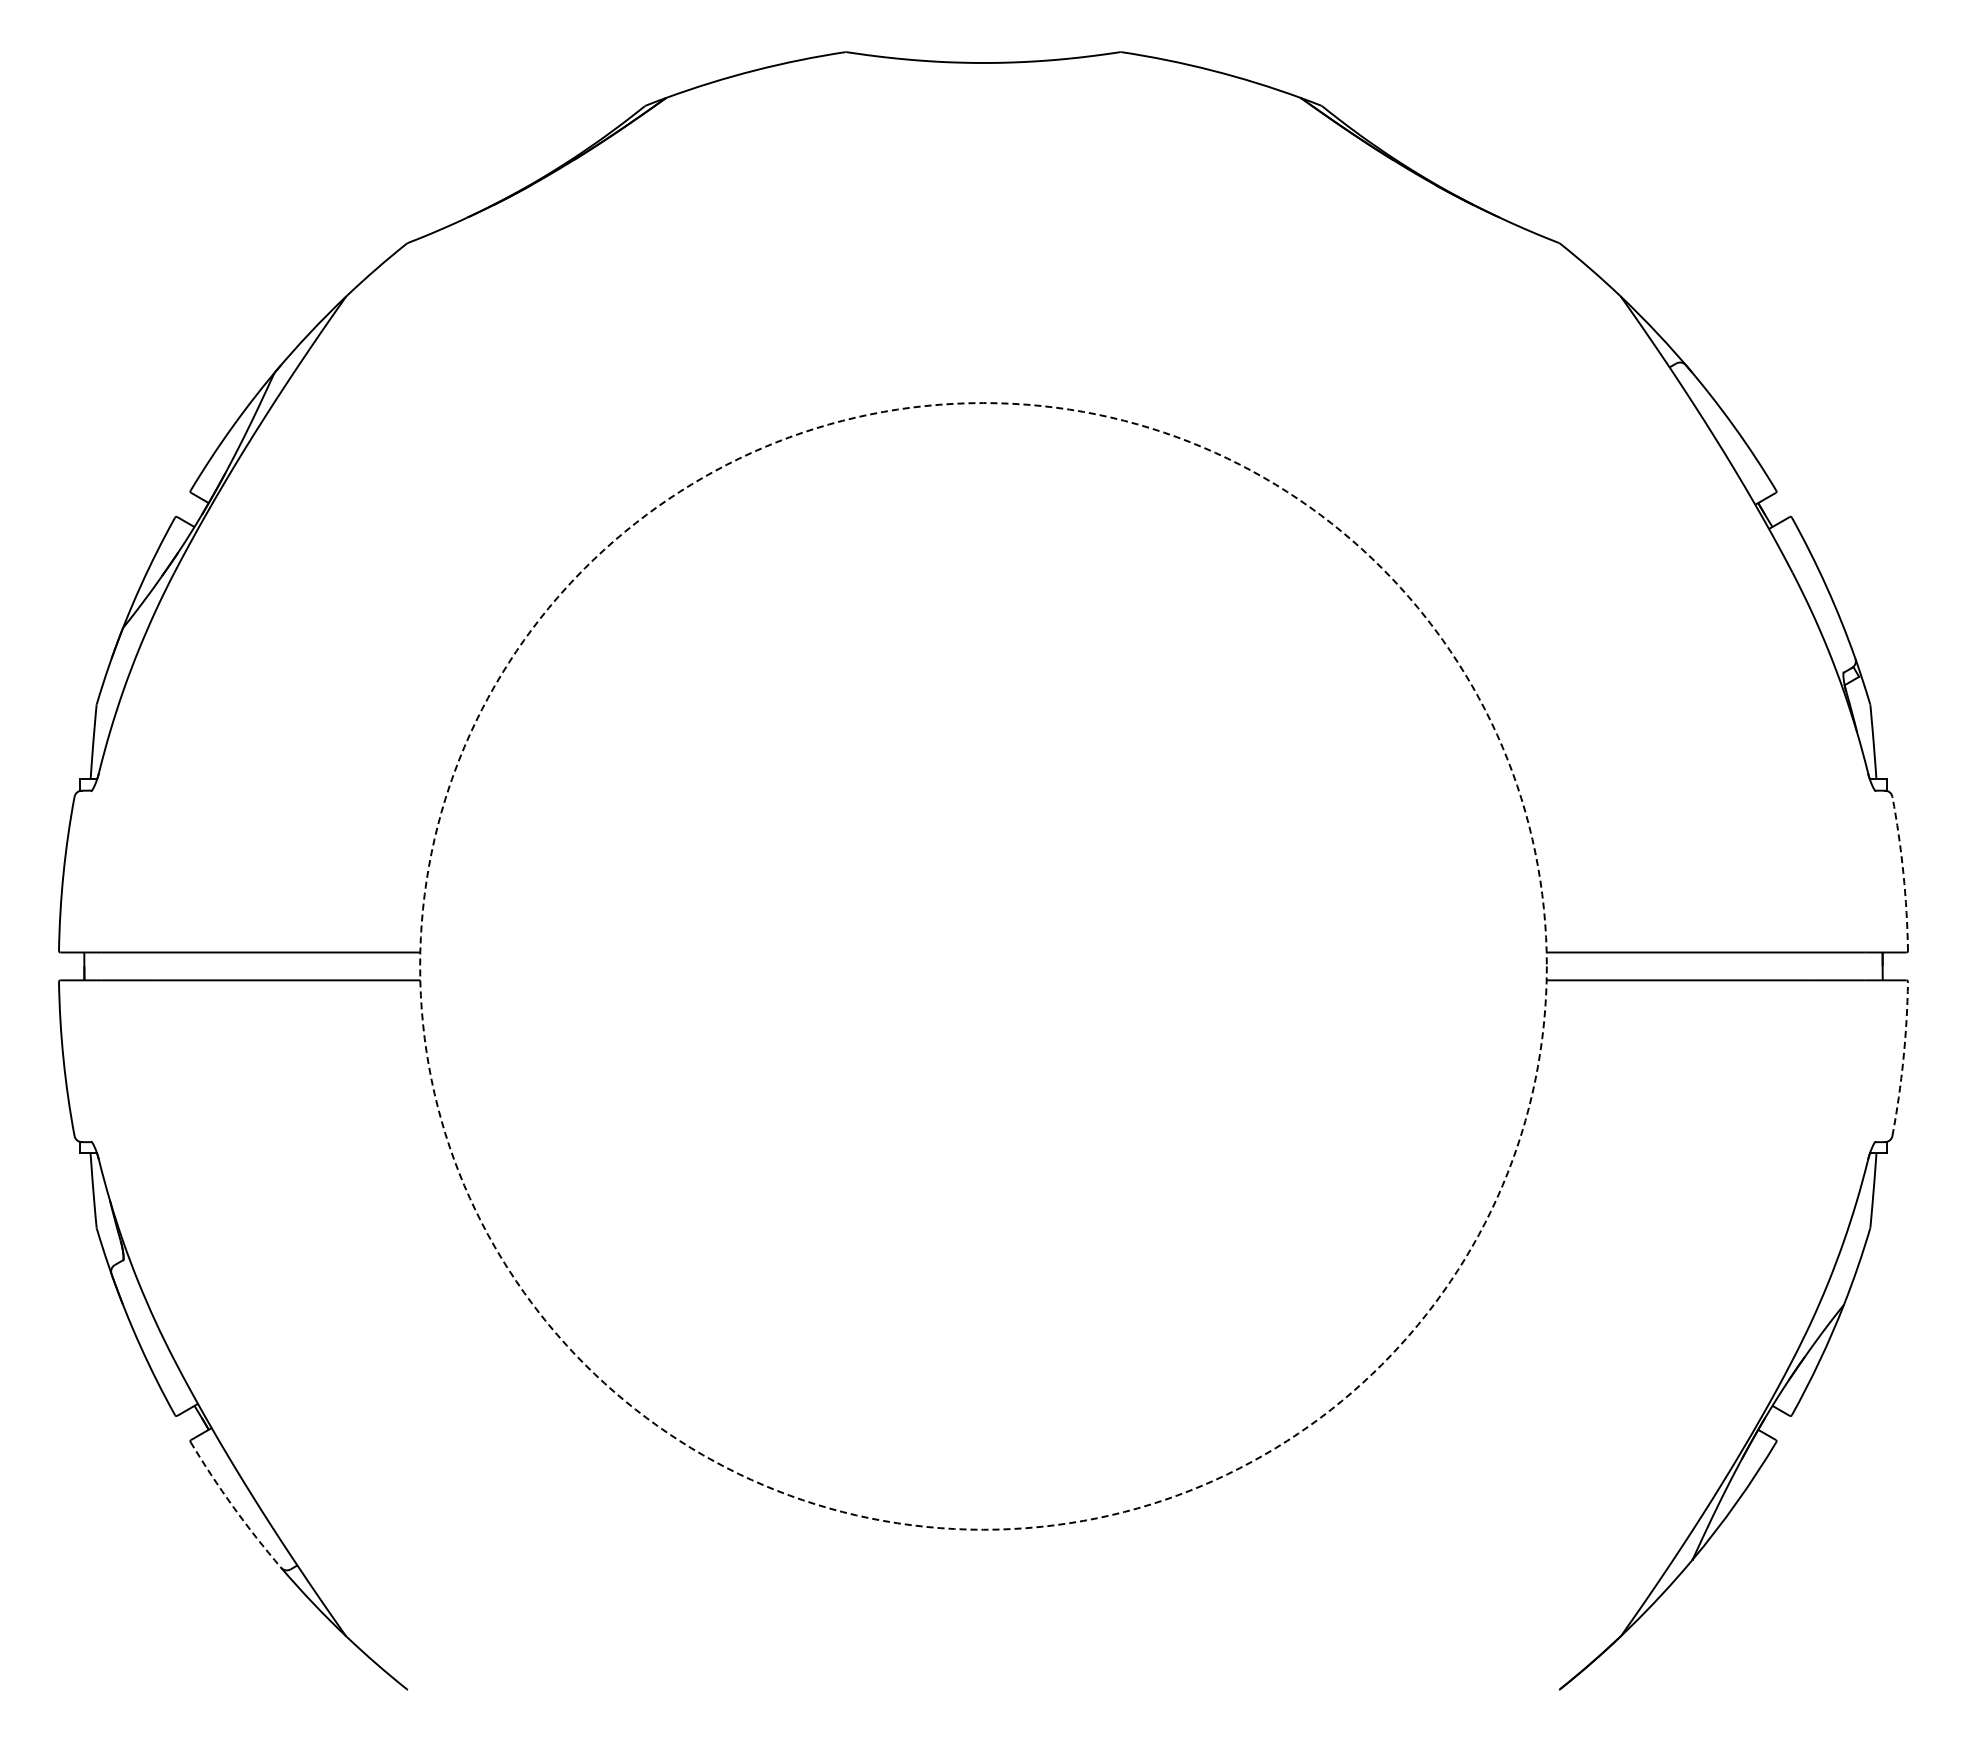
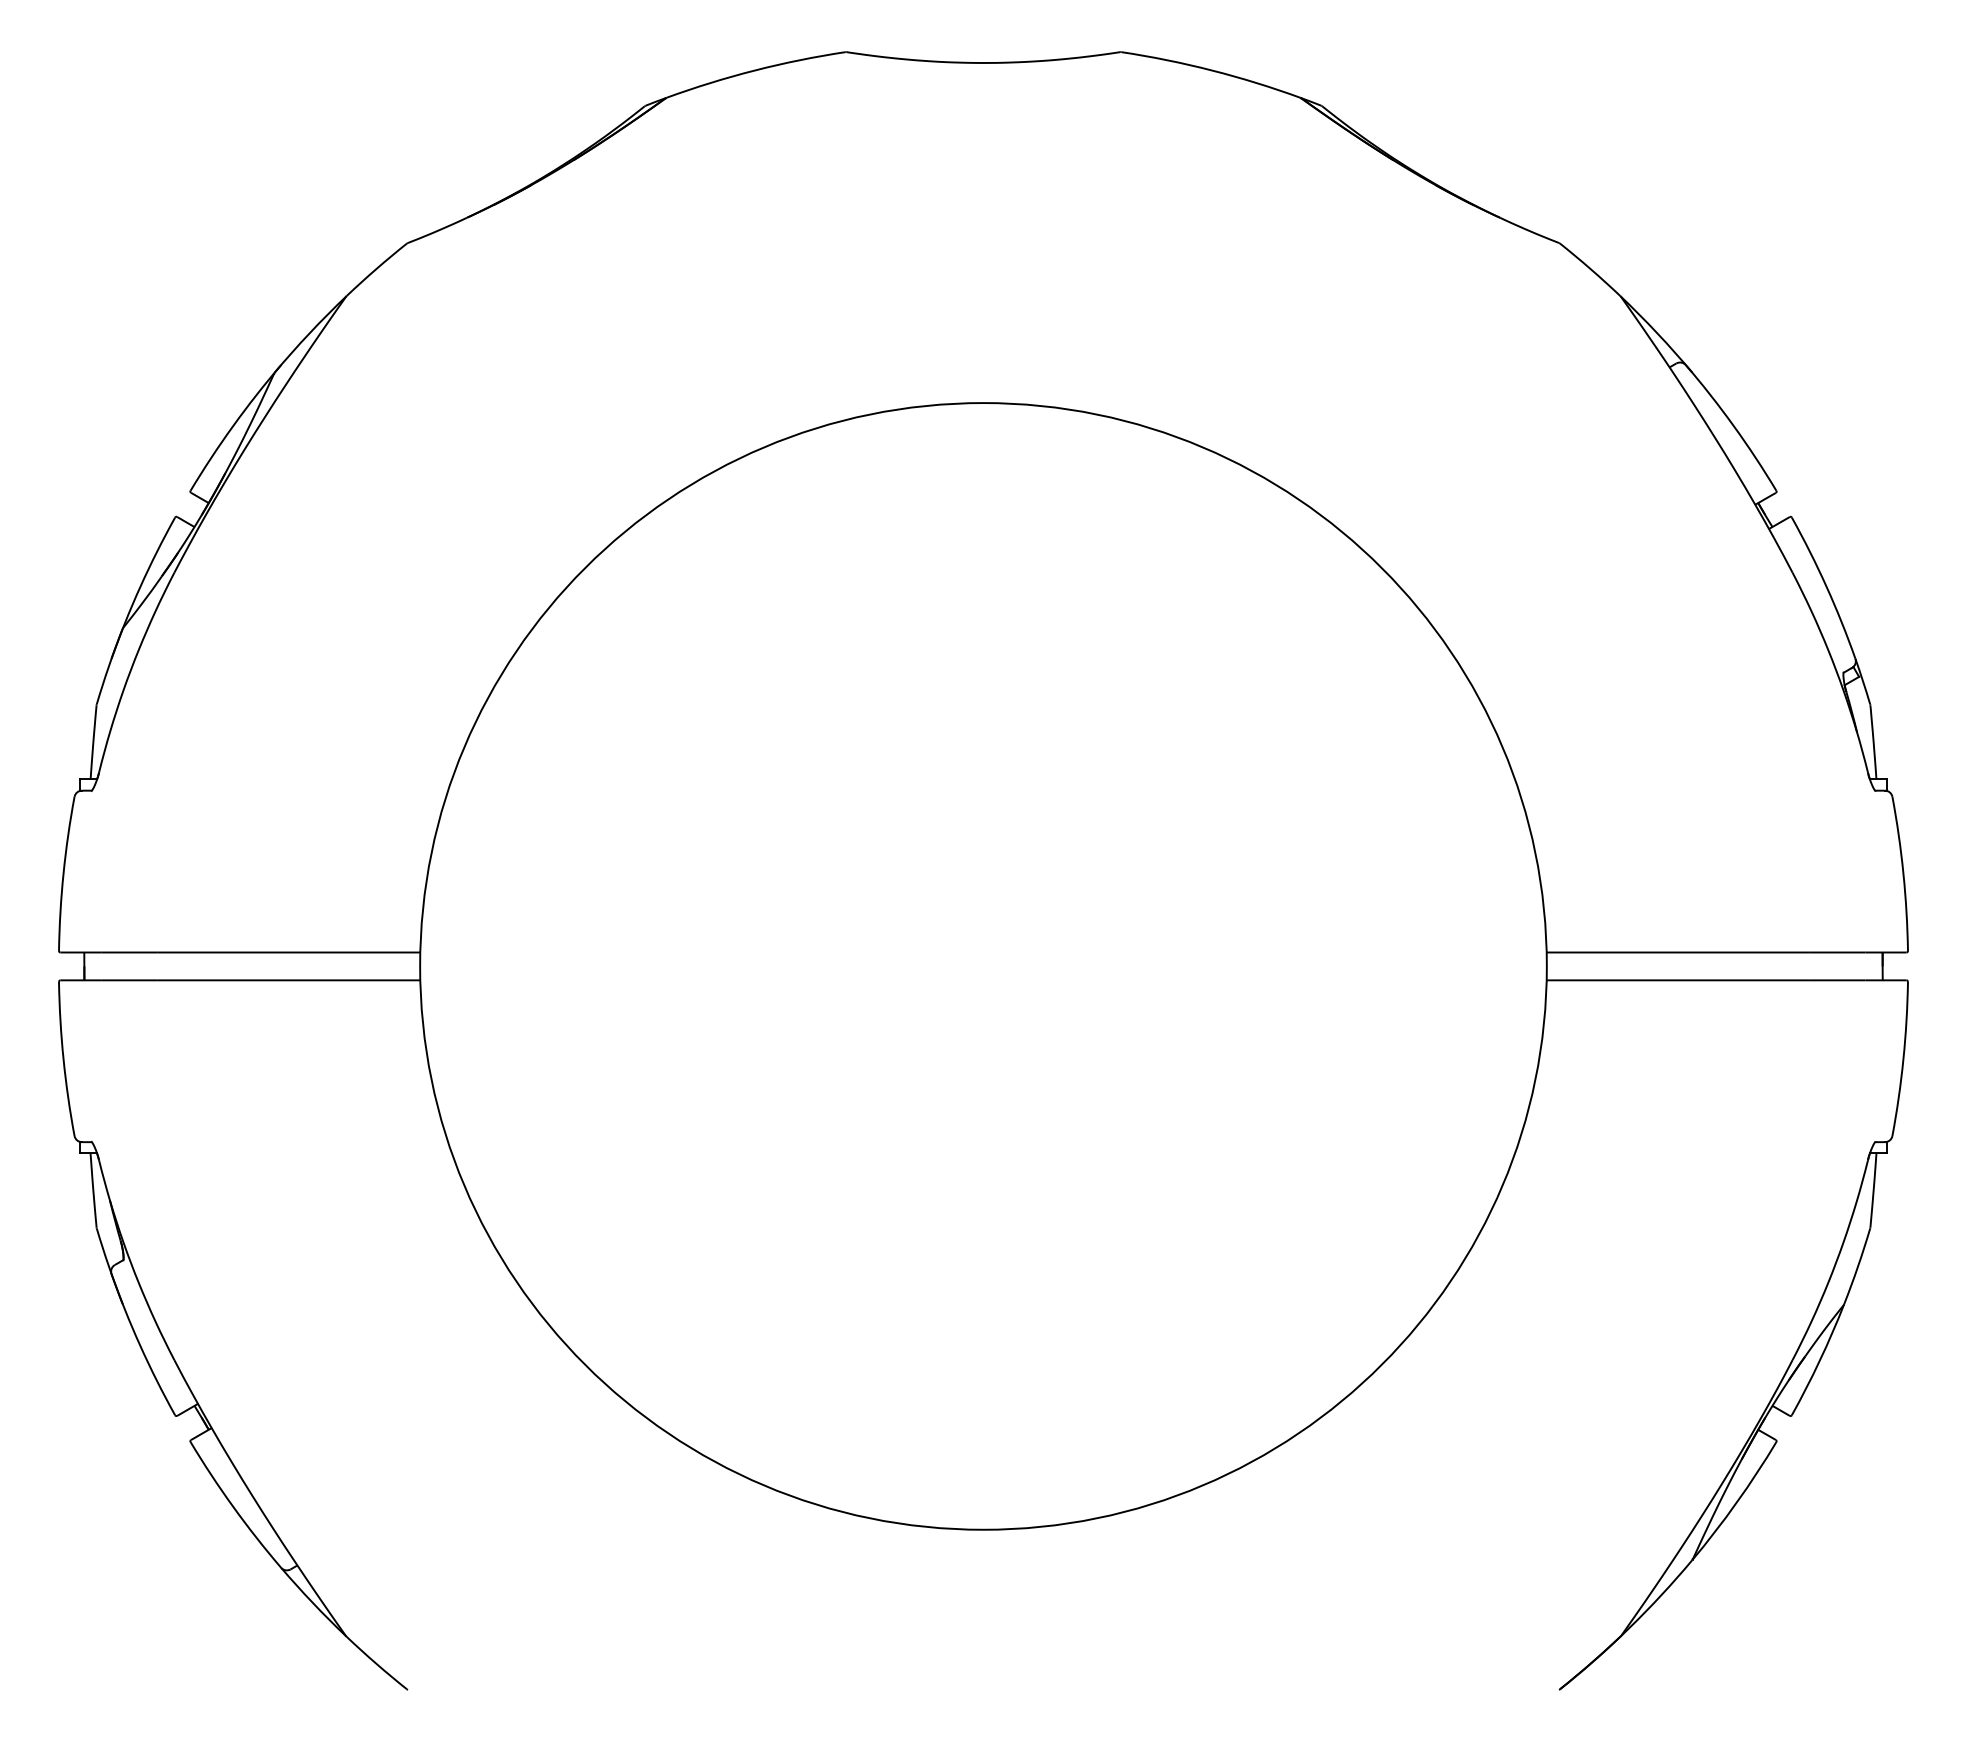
arc at (1903, 873): dashed -> solid
circle at (983, 966): dashed -> solid
arc at (1903, 1059): dashed -> solid
arc at (233, 1506): dashed -> solid
